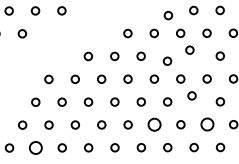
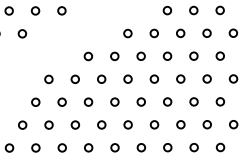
circle at (168, 15) position: (168, 15) -> (167, 10)
circle at (189, 49) position: (189, 49) -> (193, 55)
circle at (167, 60) position: (167, 60) -> (167, 55)
circle at (191, 95) position: (191, 95) -> (193, 101)
circle at (154, 124) size: 15x15 px -> 11x10 px
circle at (207, 124) size: 15x15 px -> 10x10 px
circle at (35, 147) size: 14x14 px -> 10x10 px
